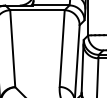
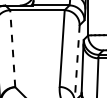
line at (12, 48): solid -> dashed
line at (77, 61): solid -> dashed
